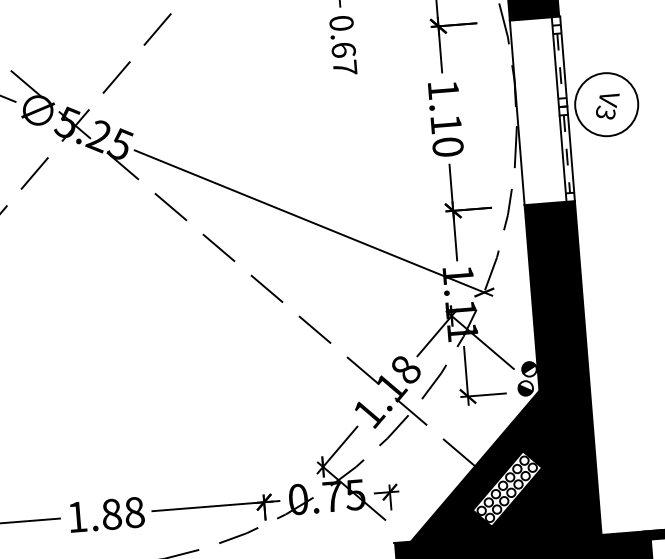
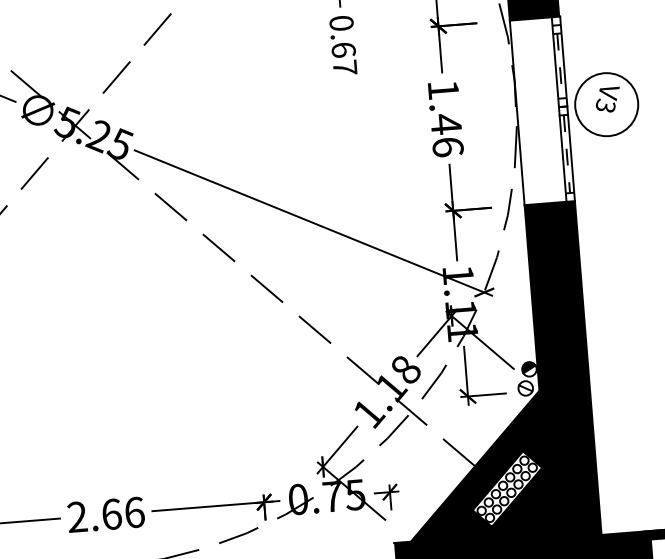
text at (607, 106) position: (607, 106) -> (607, 99)
text at (446, 135): 1.10 -> 1.46
fill at (525, 390): present -> none
text at (105, 514): 1.88 -> 2.66
